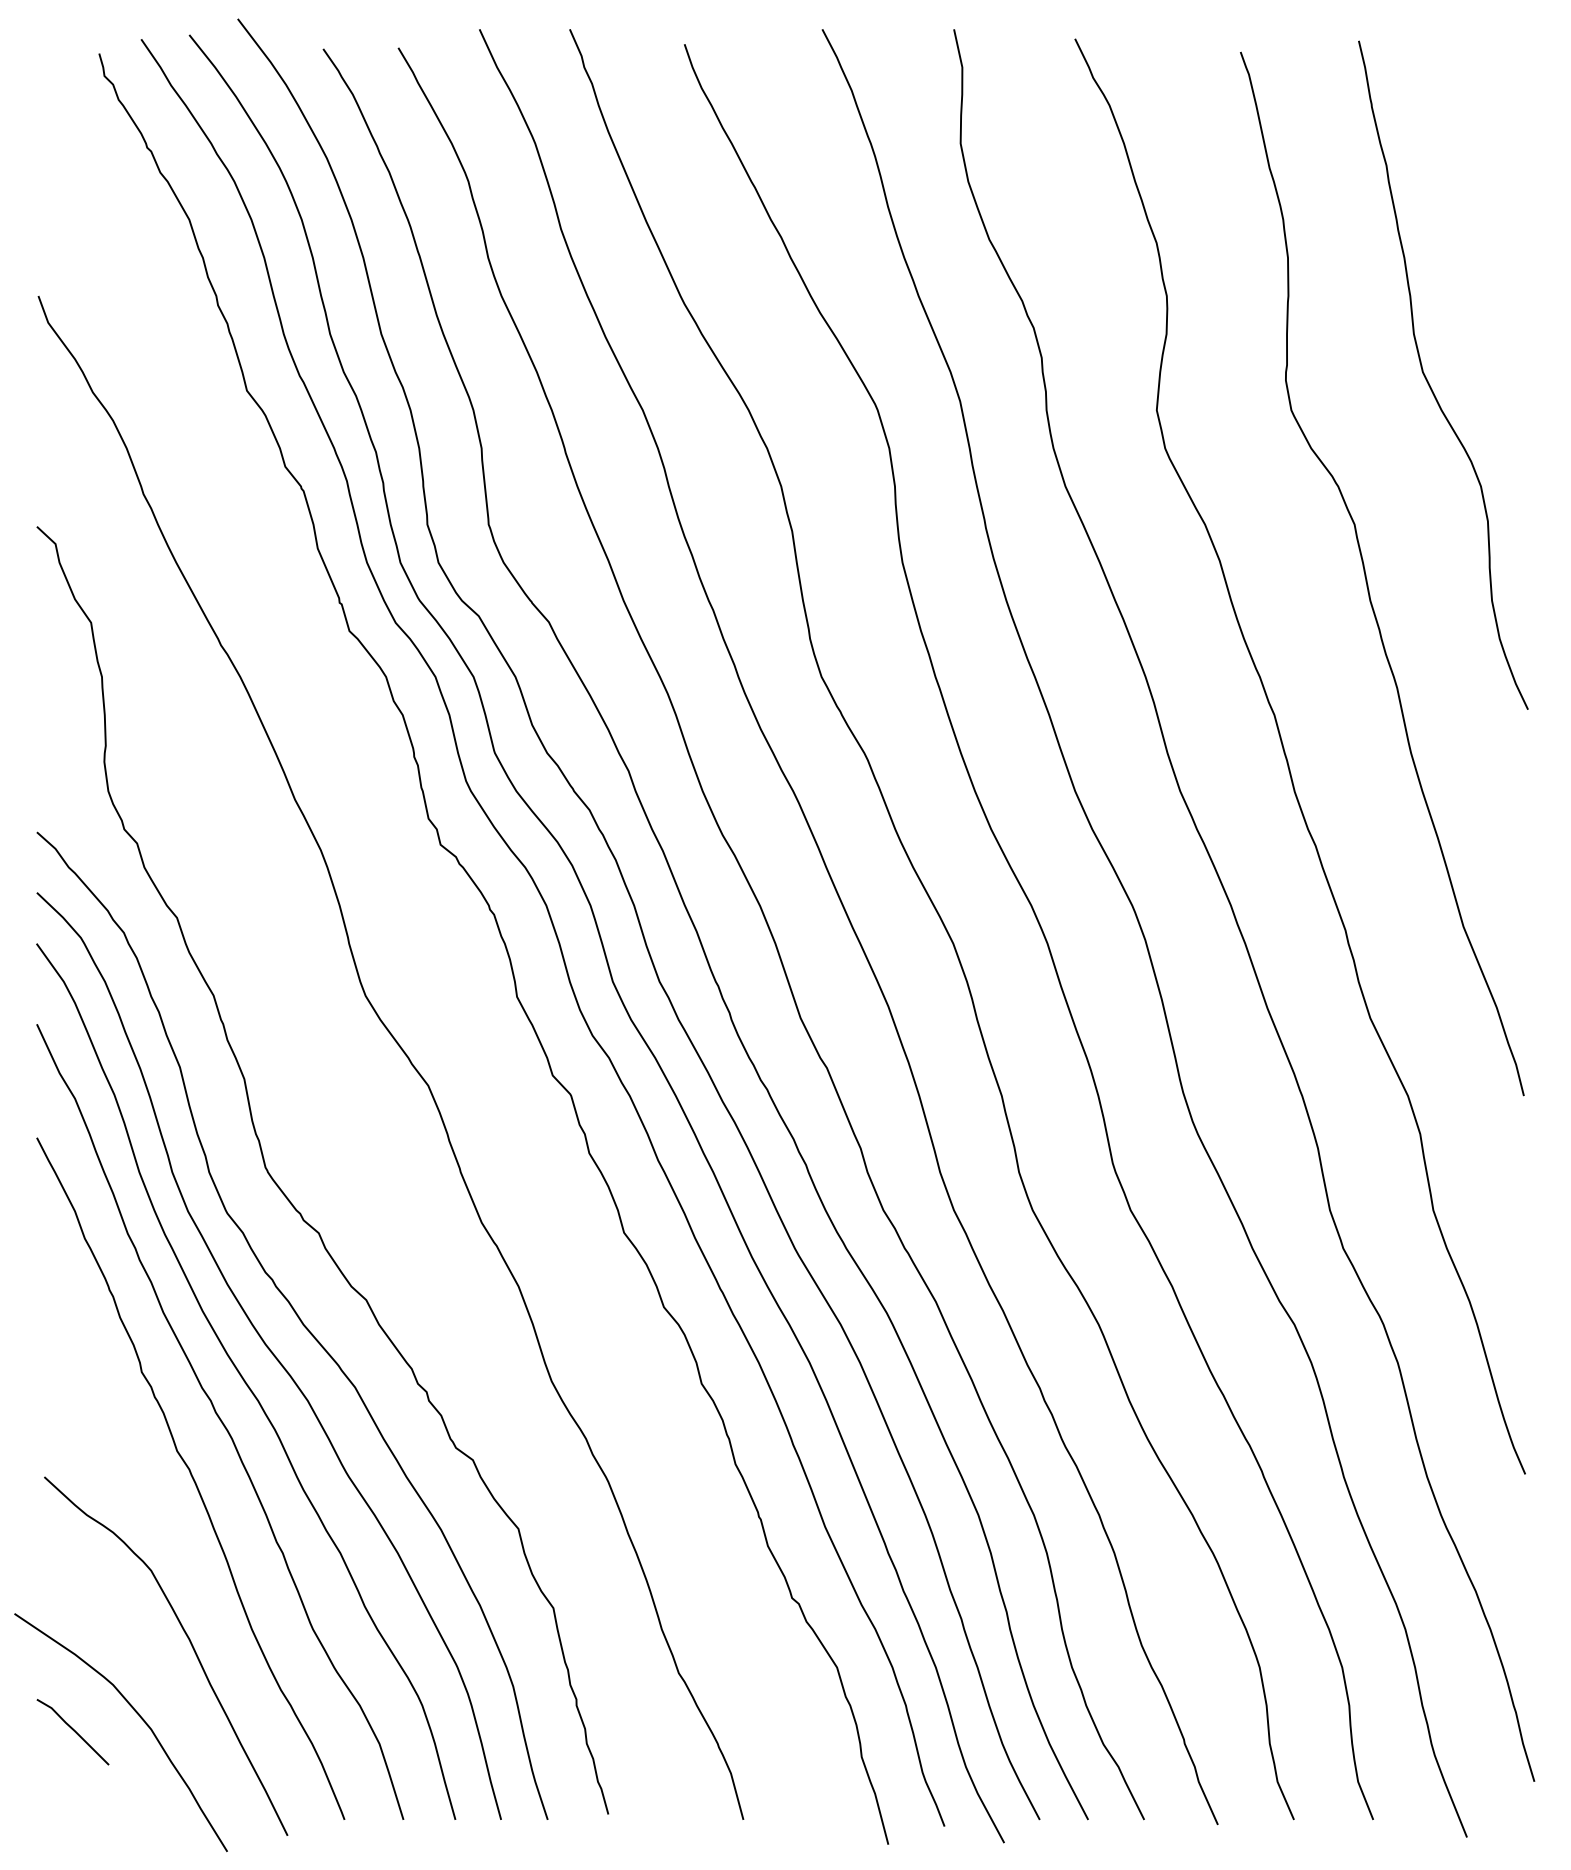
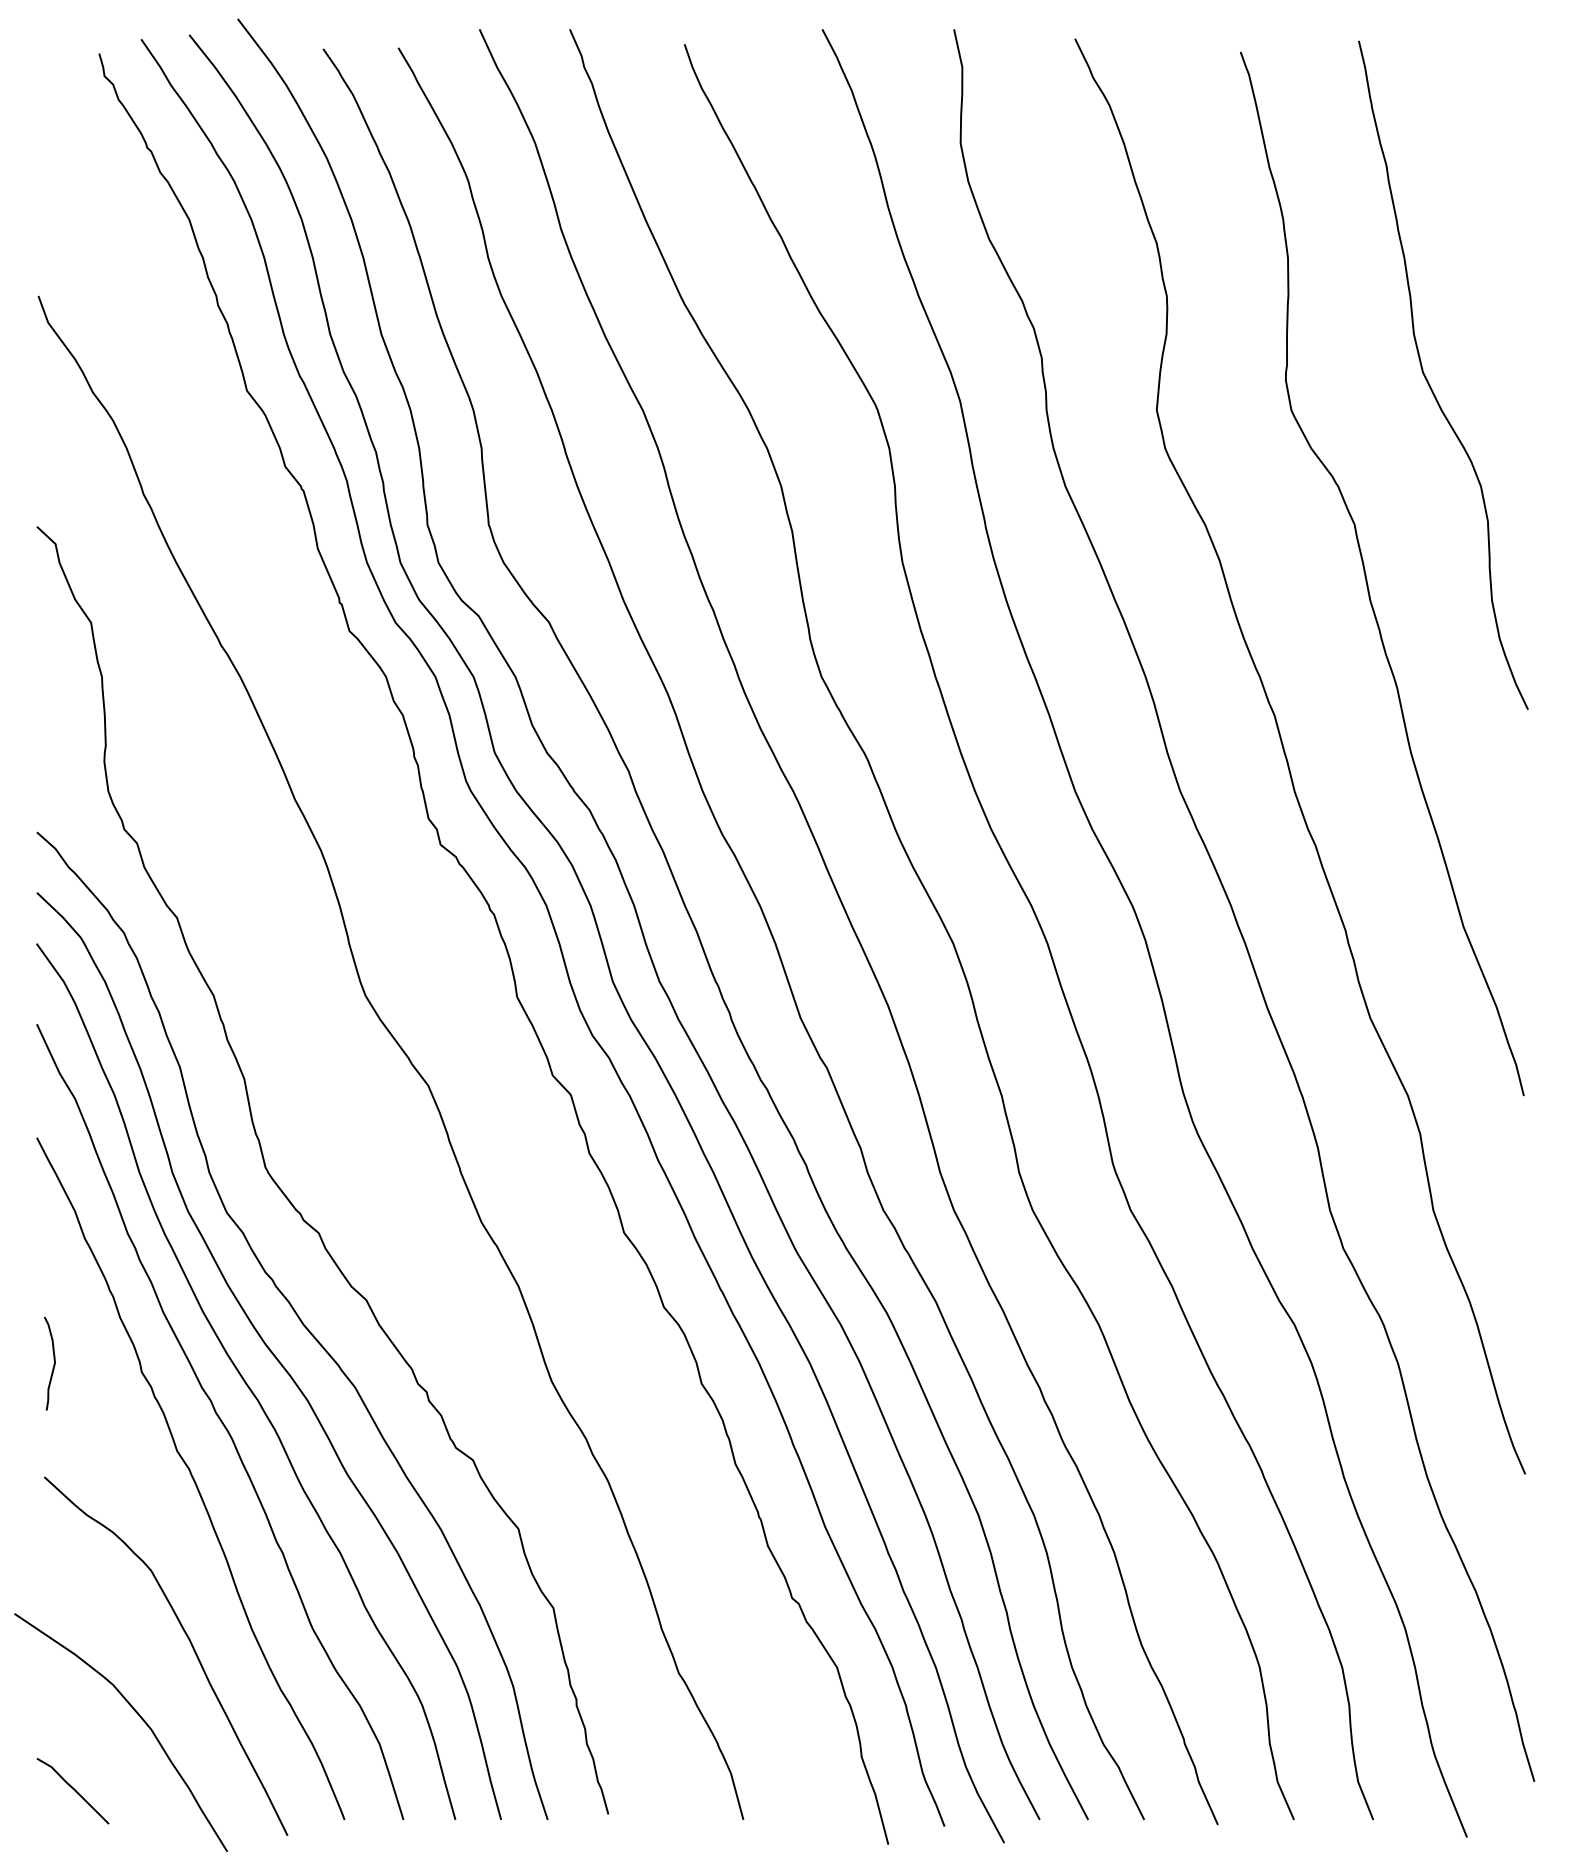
curve at (53, 1364): none -> present
line at (73, 1731) position: (73, 1731) -> (73, 1790)
